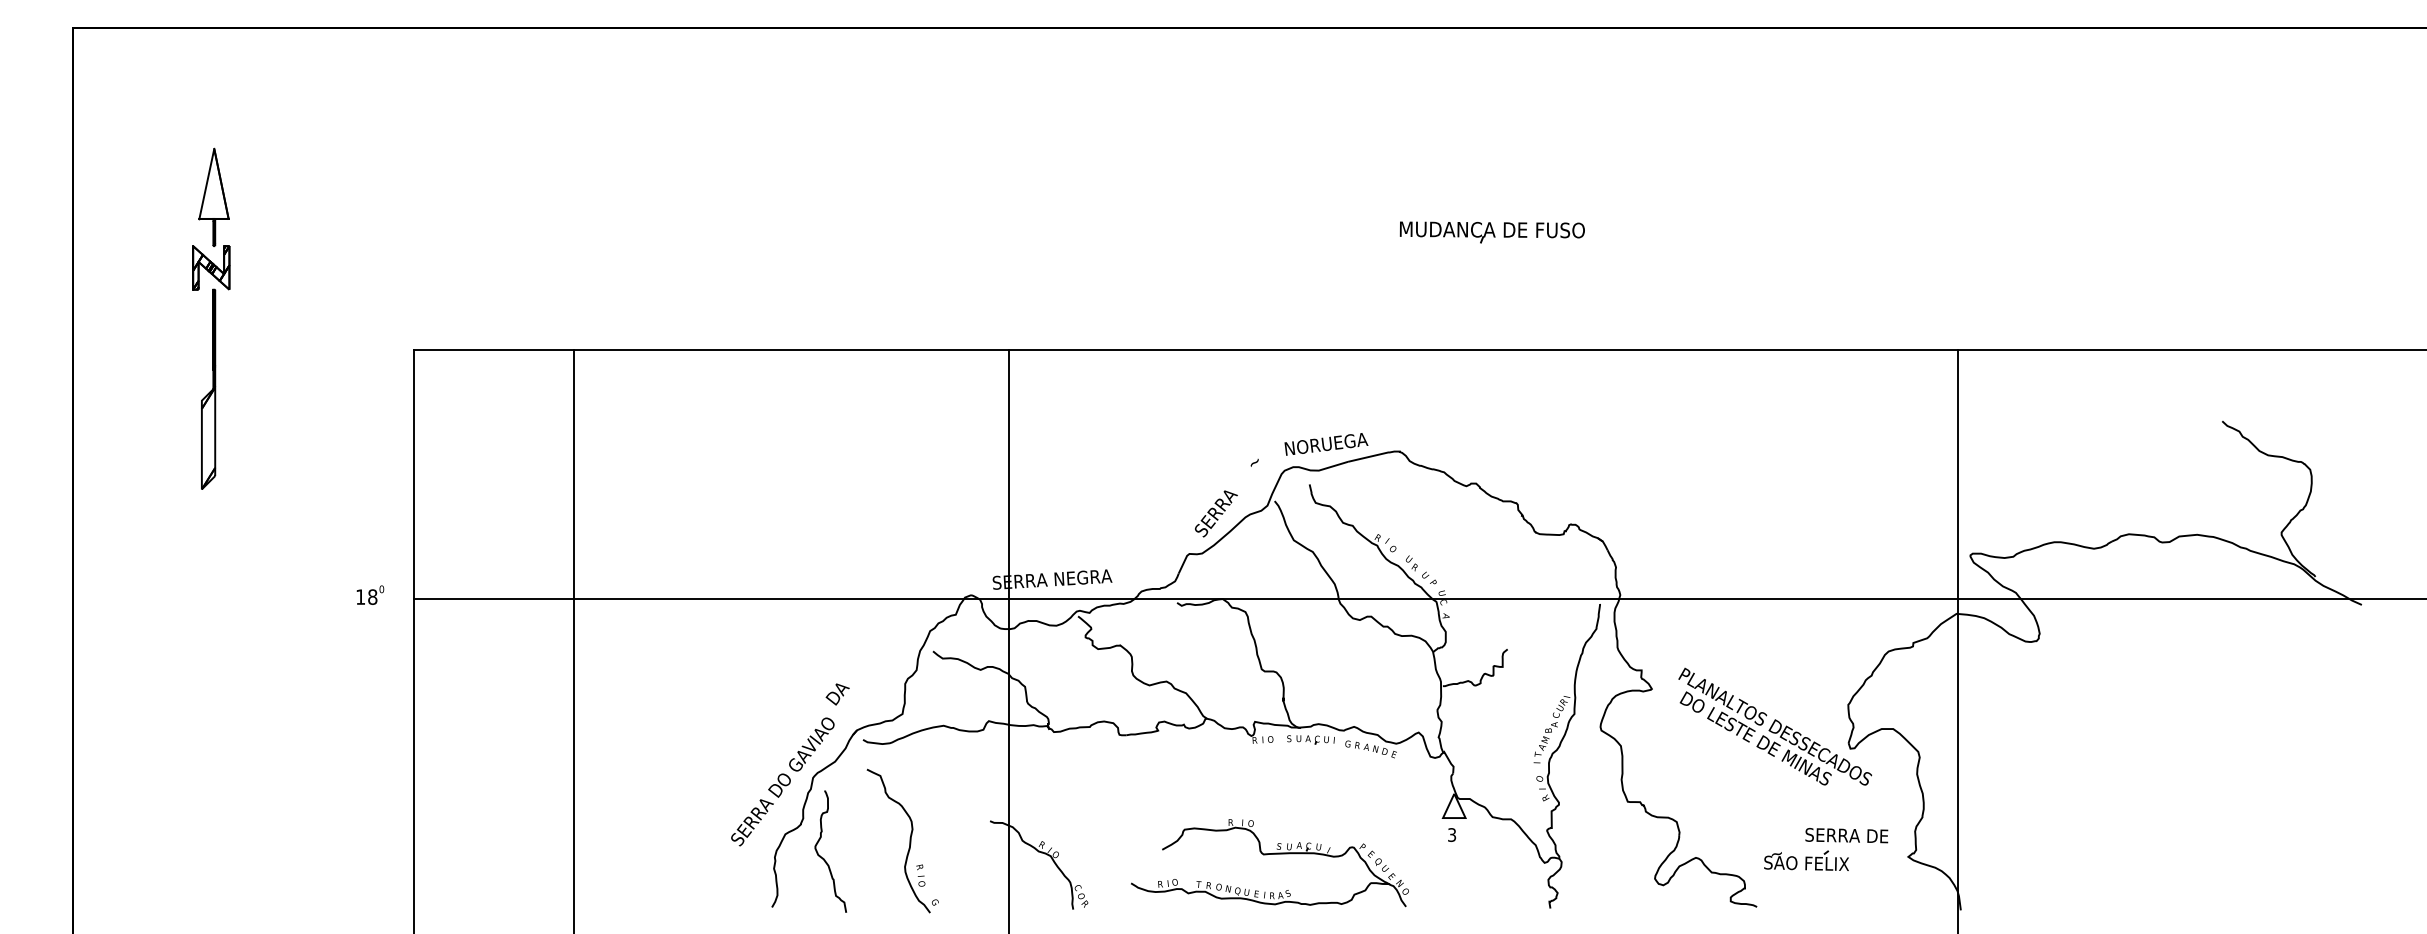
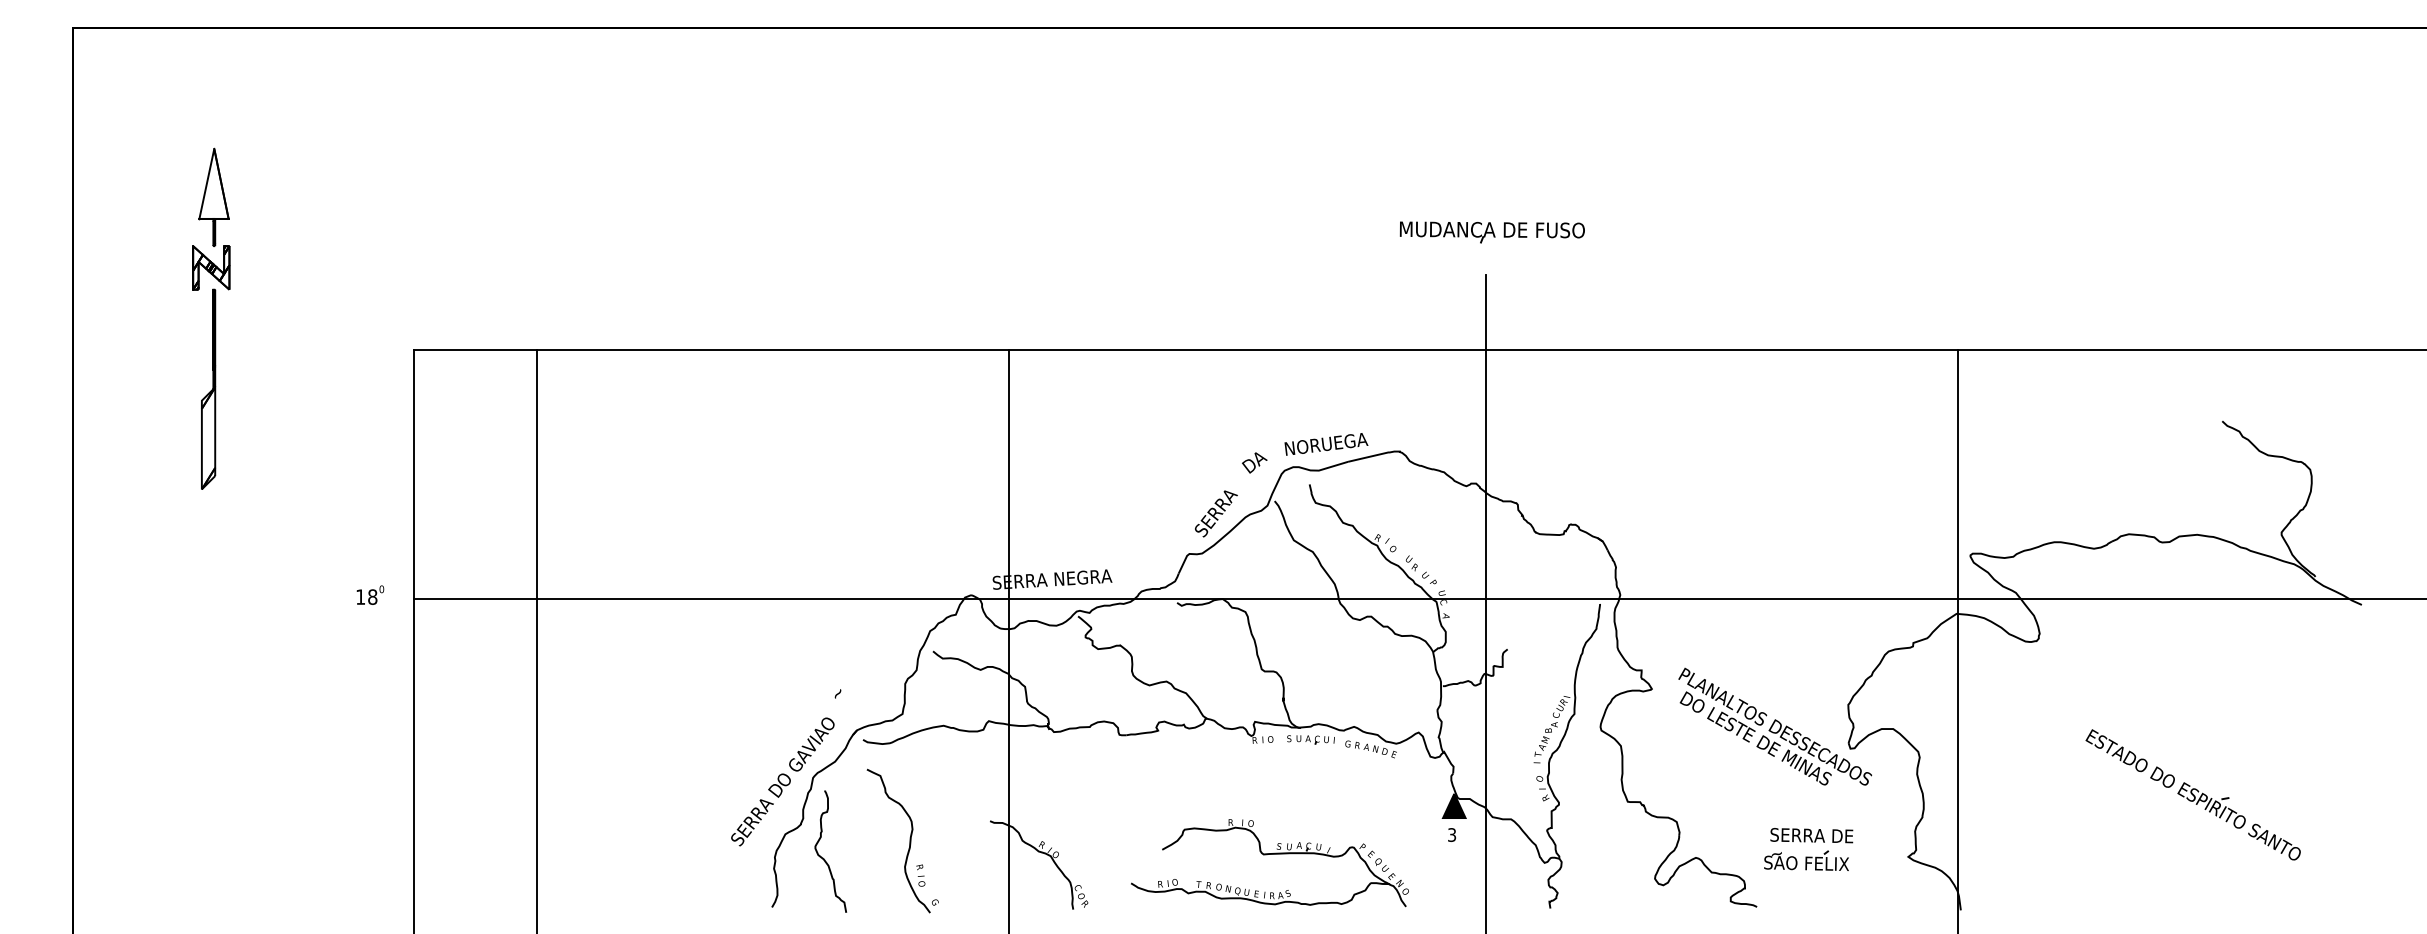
text at (1254, 462): ~ -> DA
line at (1485, 602): none -> present
line at (574, 639) position: (574, 639) -> (537, 639)
text at (837, 694): DA -> ~
part at (2192, 794): none -> present
fill at (1454, 805): none -> present
text at (1846, 835) position: (1846, 835) -> (1811, 835)
